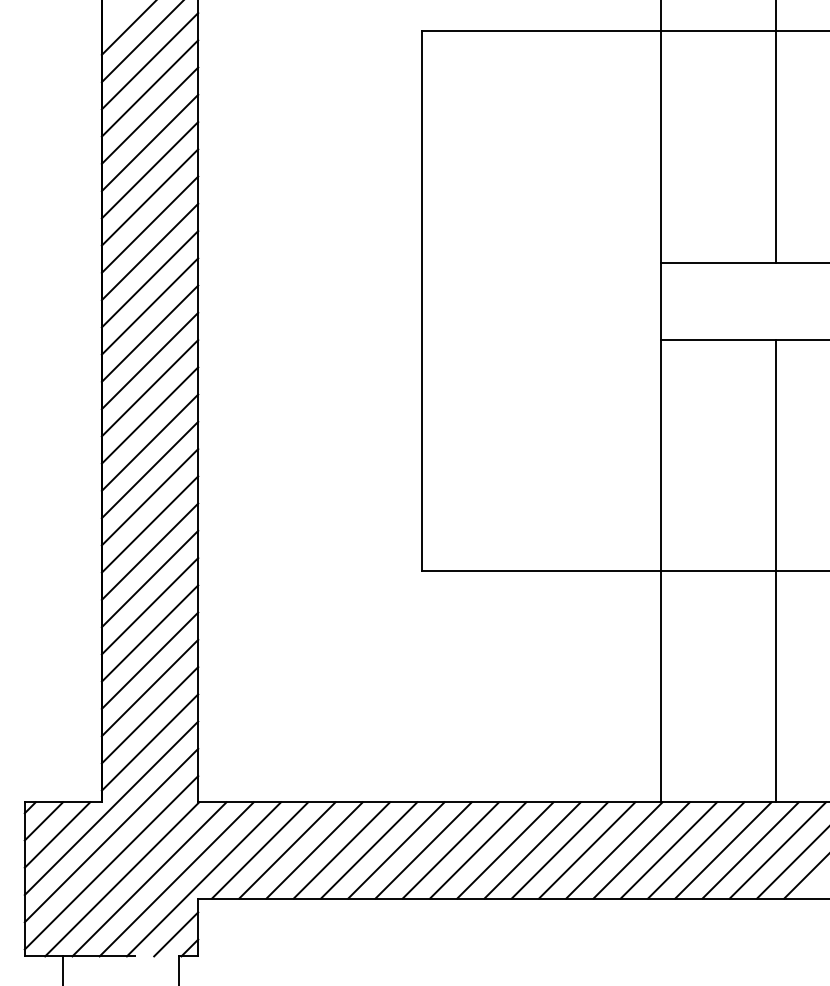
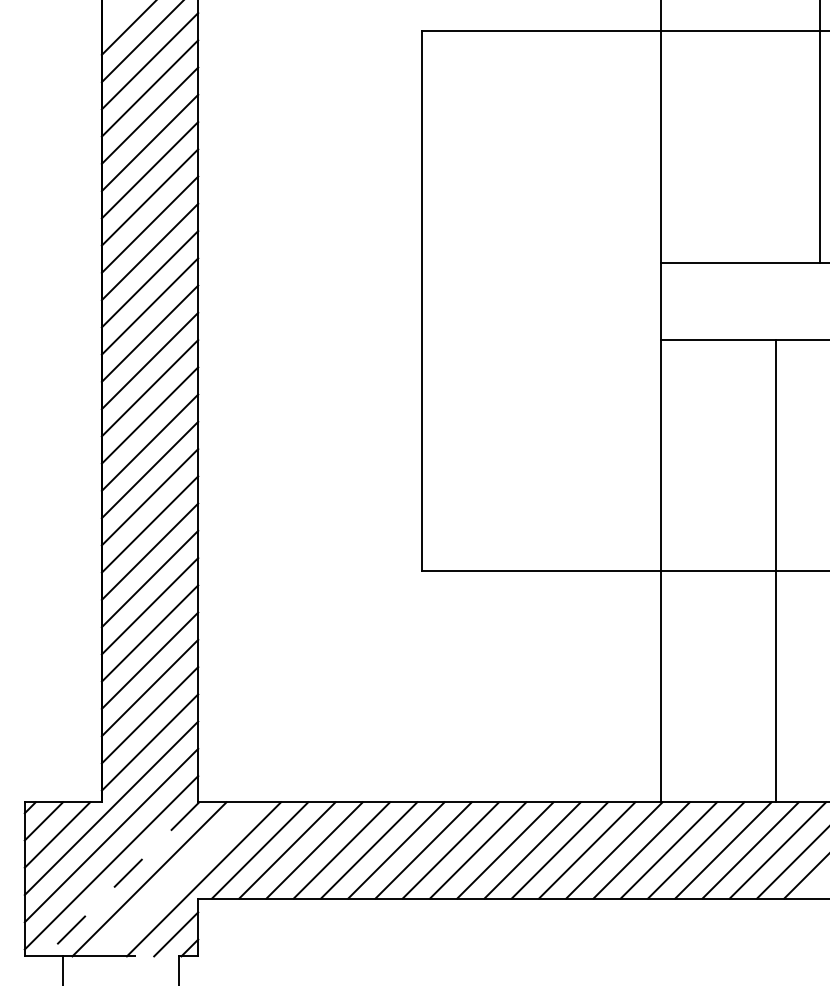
line at (776, 132) position: (776, 132) -> (820, 132)
line at (122, 879): solid -> dashed
line at (176, 879): present -> none
